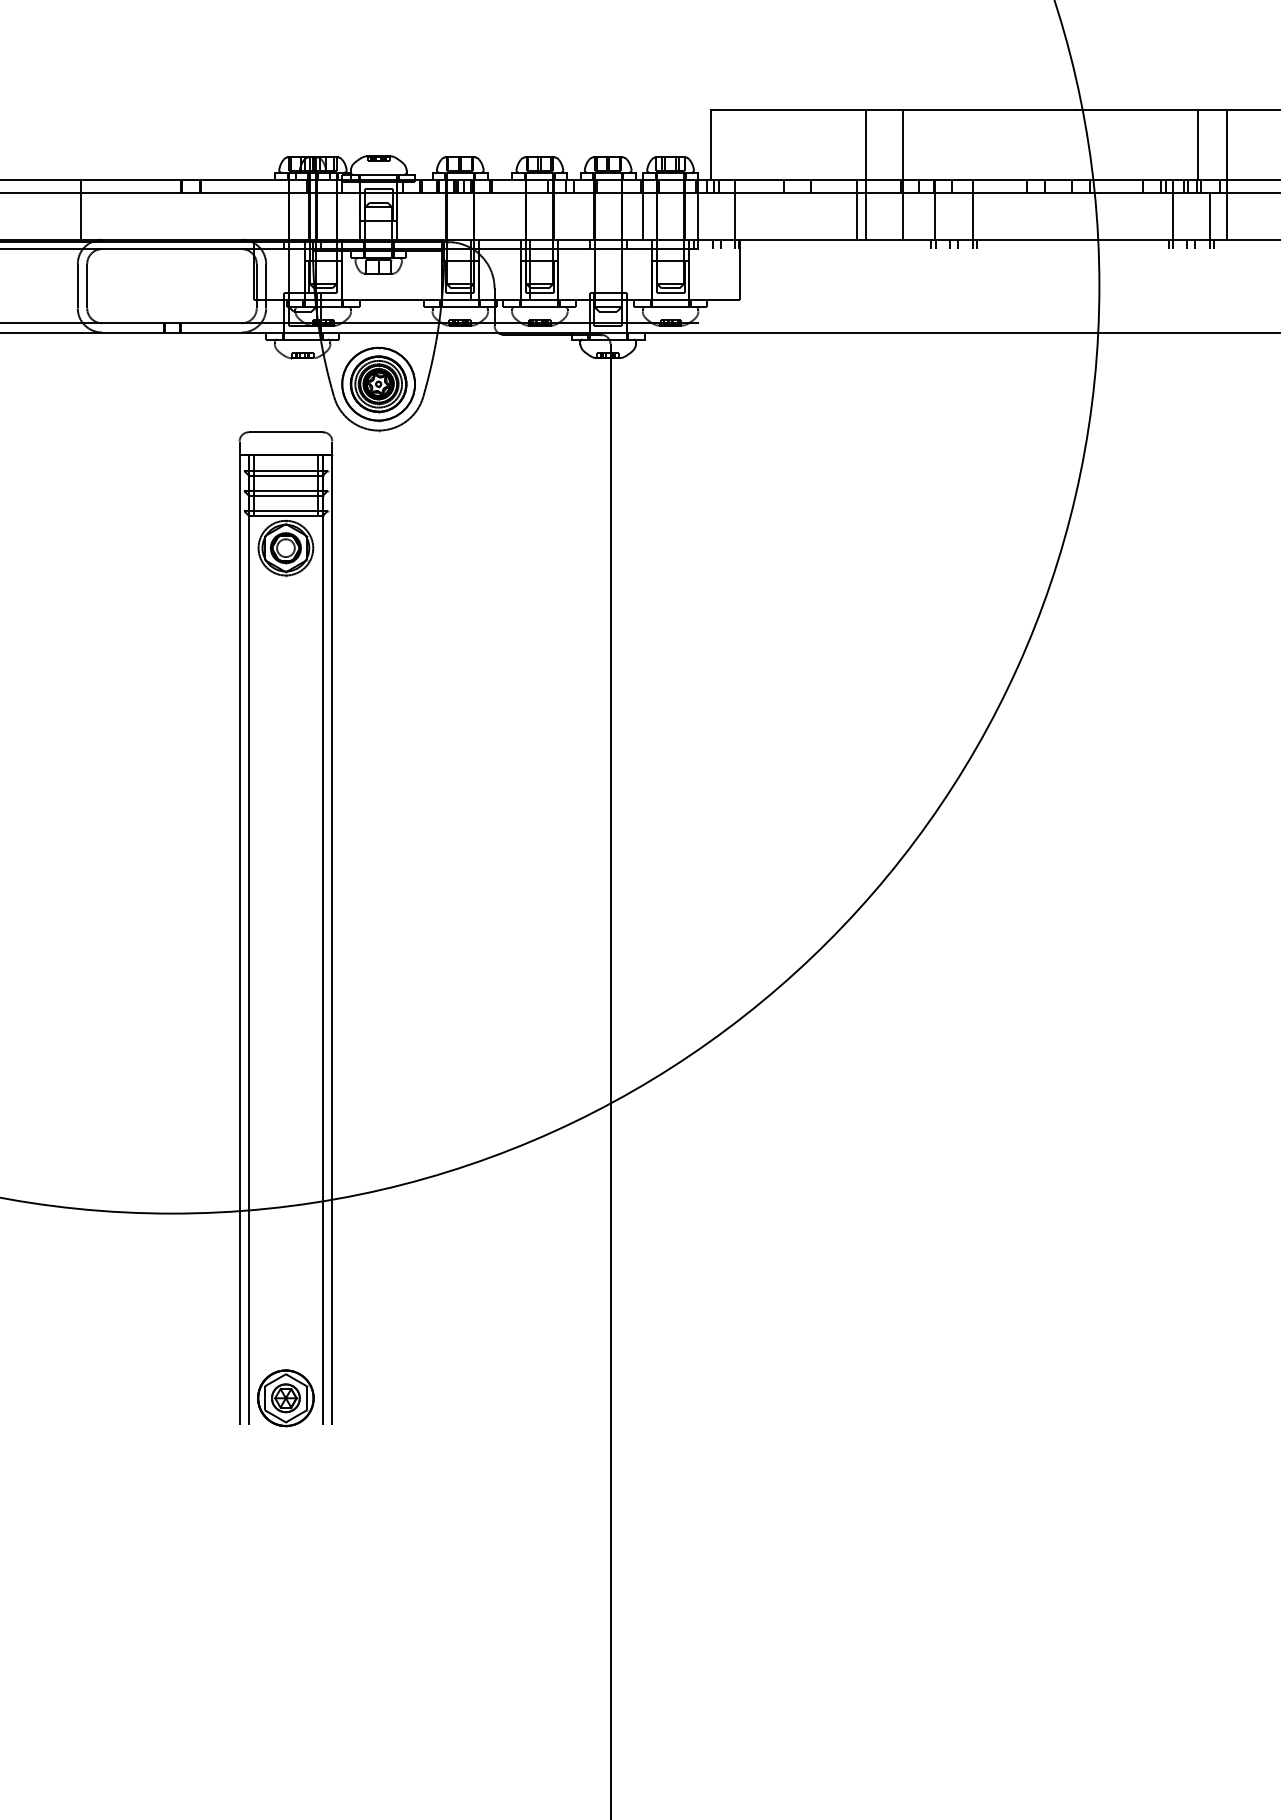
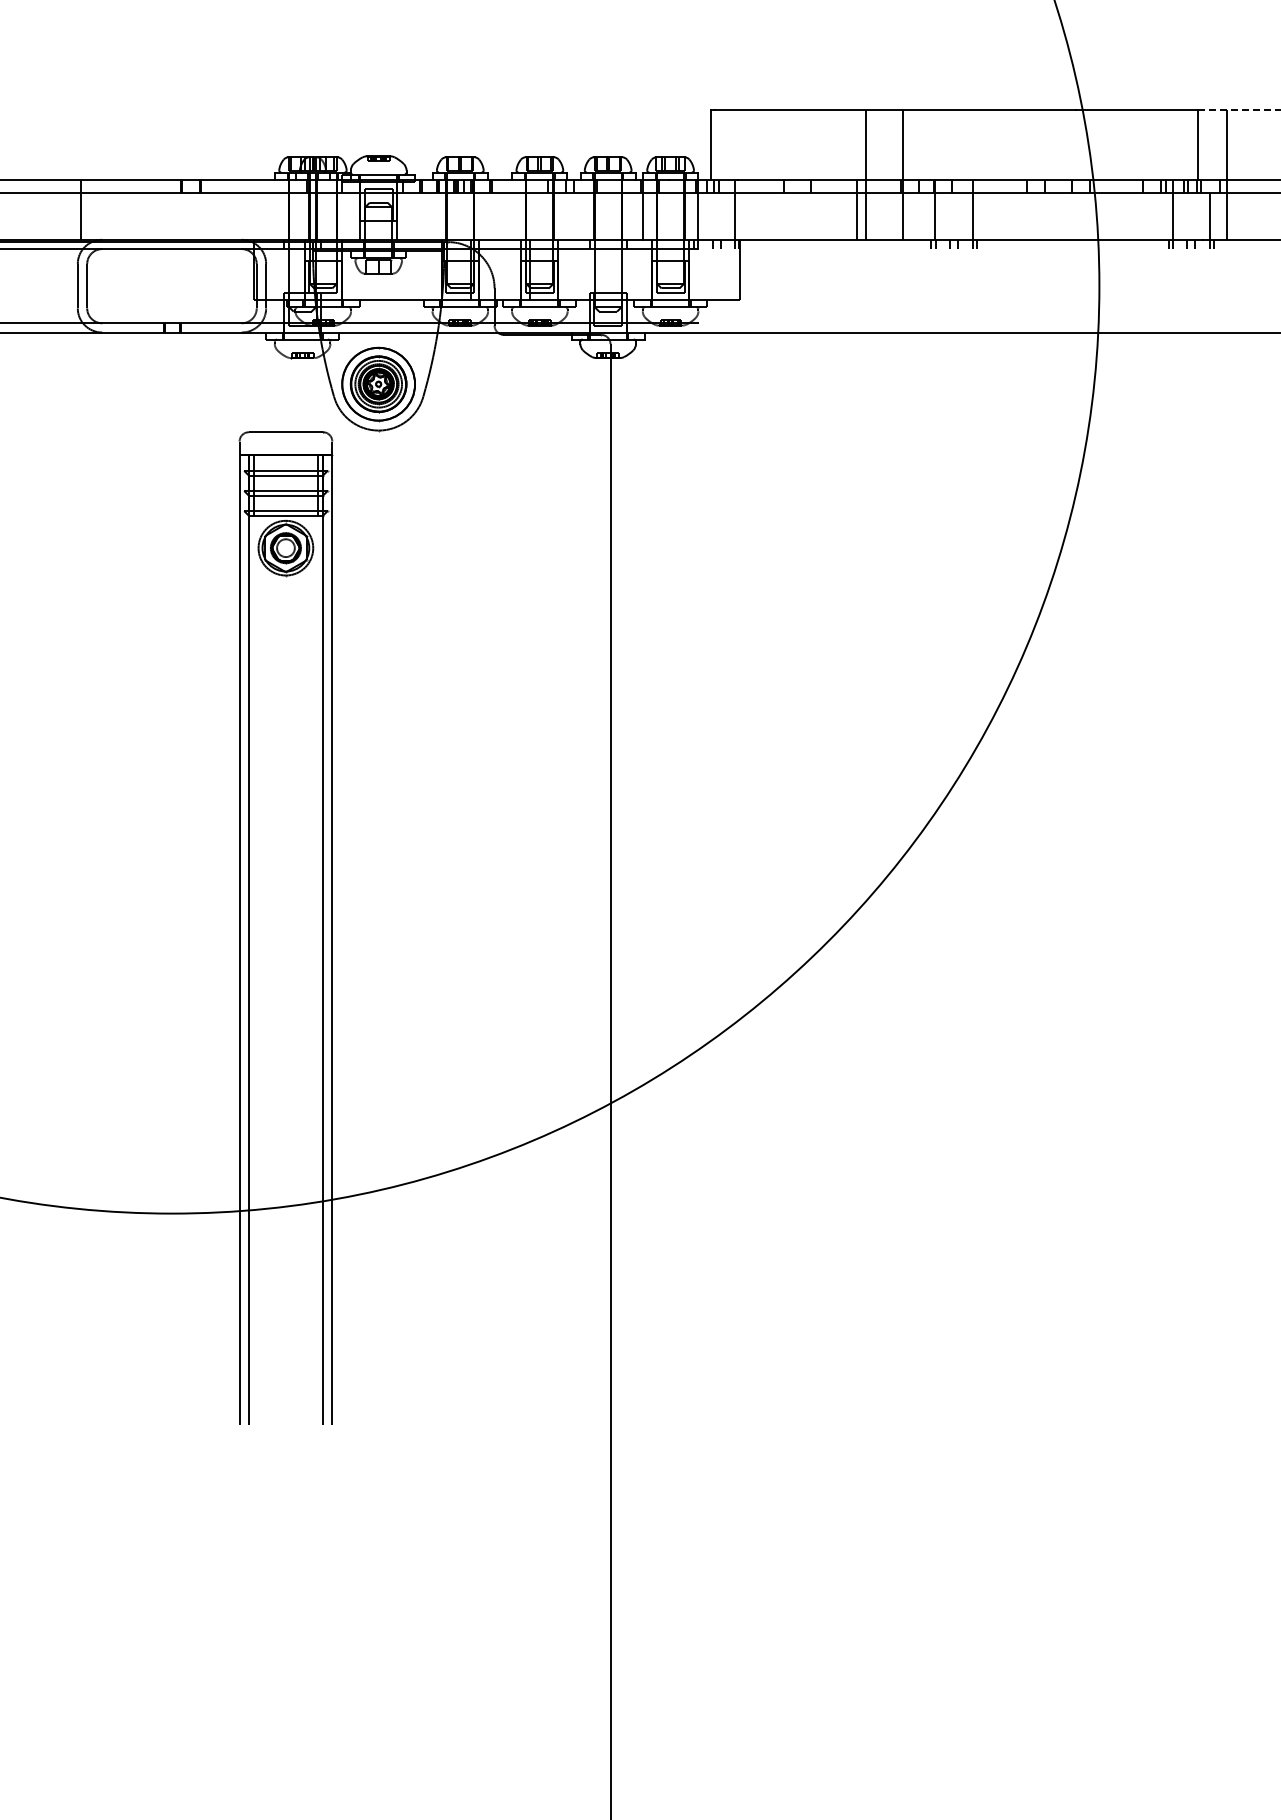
line at (1239, 109): solid -> dashed
part at (285, 1398): present -> none
